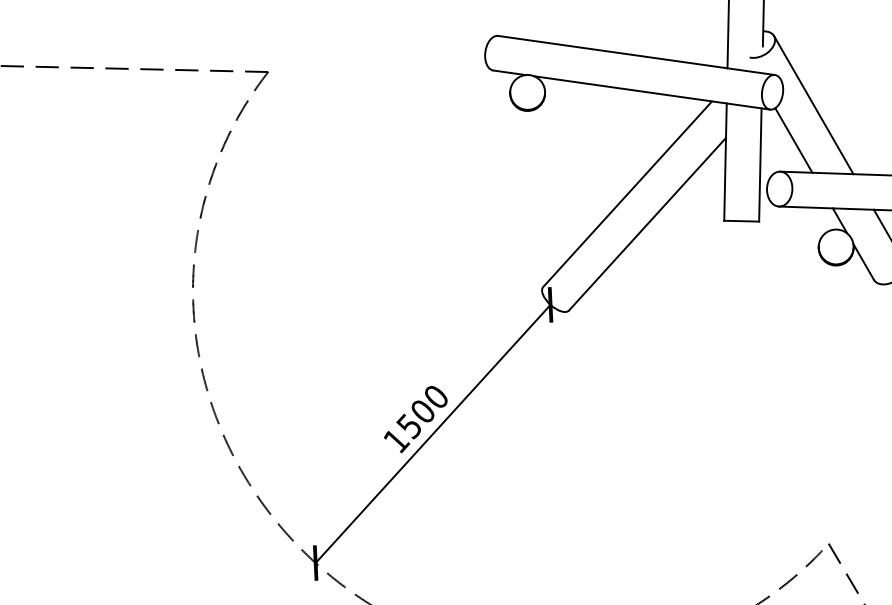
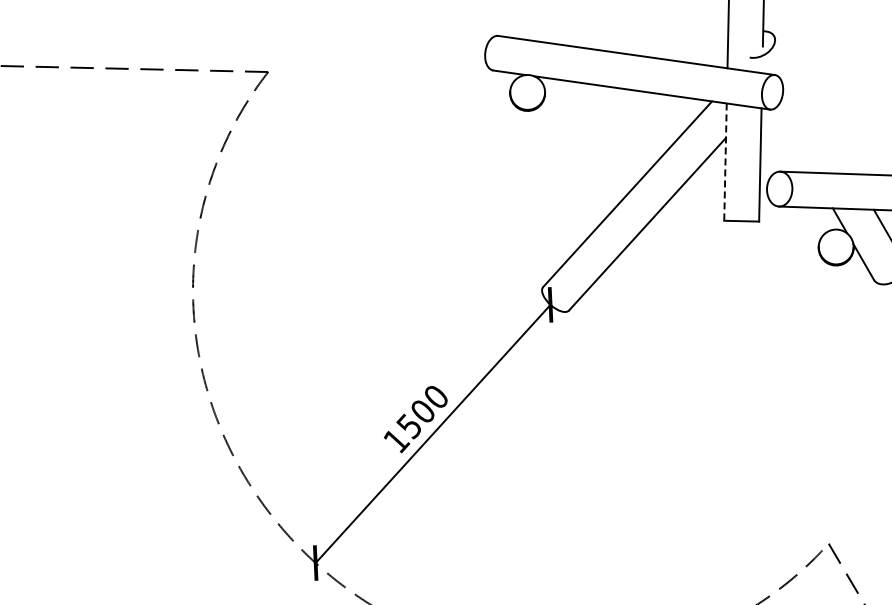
line at (813, 105): present -> none
line at (793, 140): present -> none
line at (725, 162): solid -> dashed
